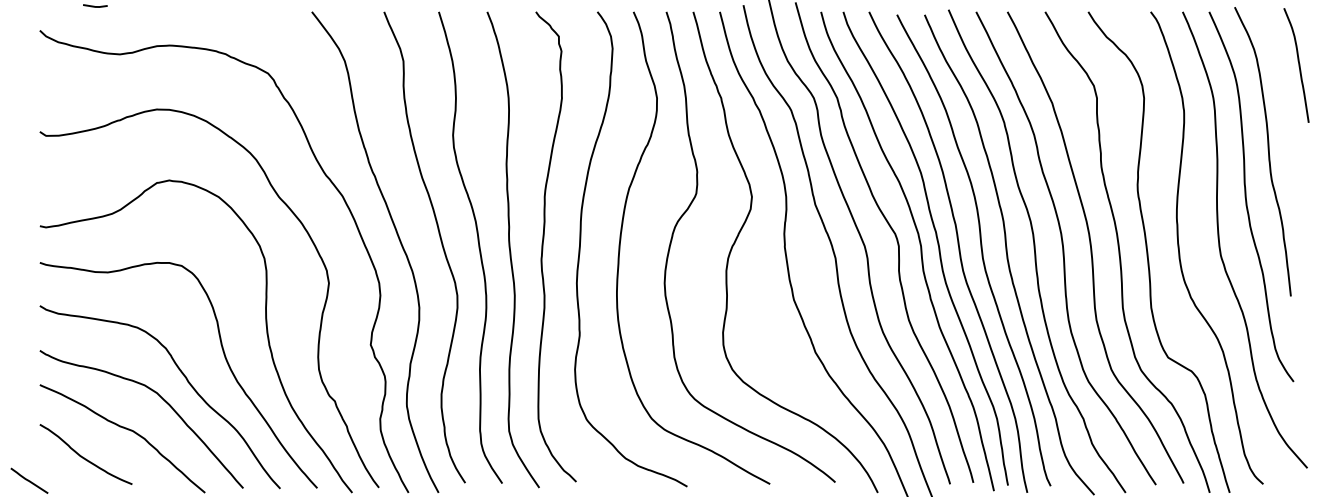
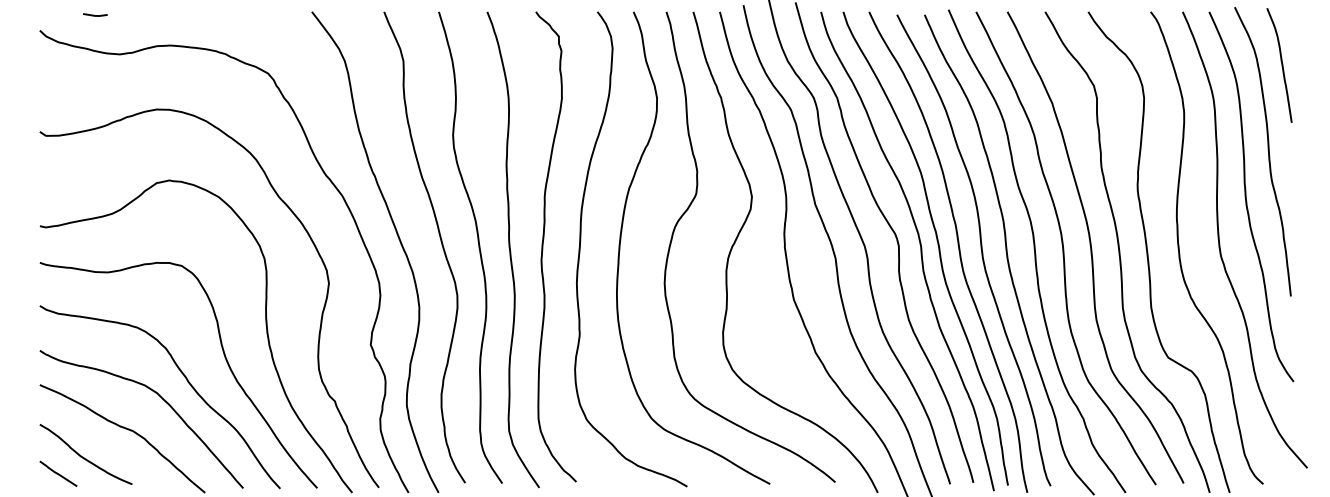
line at (94, 5) position: (94, 5) -> (94, 14)
curve at (1298, 65) position: (1298, 65) -> (1281, 65)
line at (29, 480) position: (29, 480) -> (58, 473)
